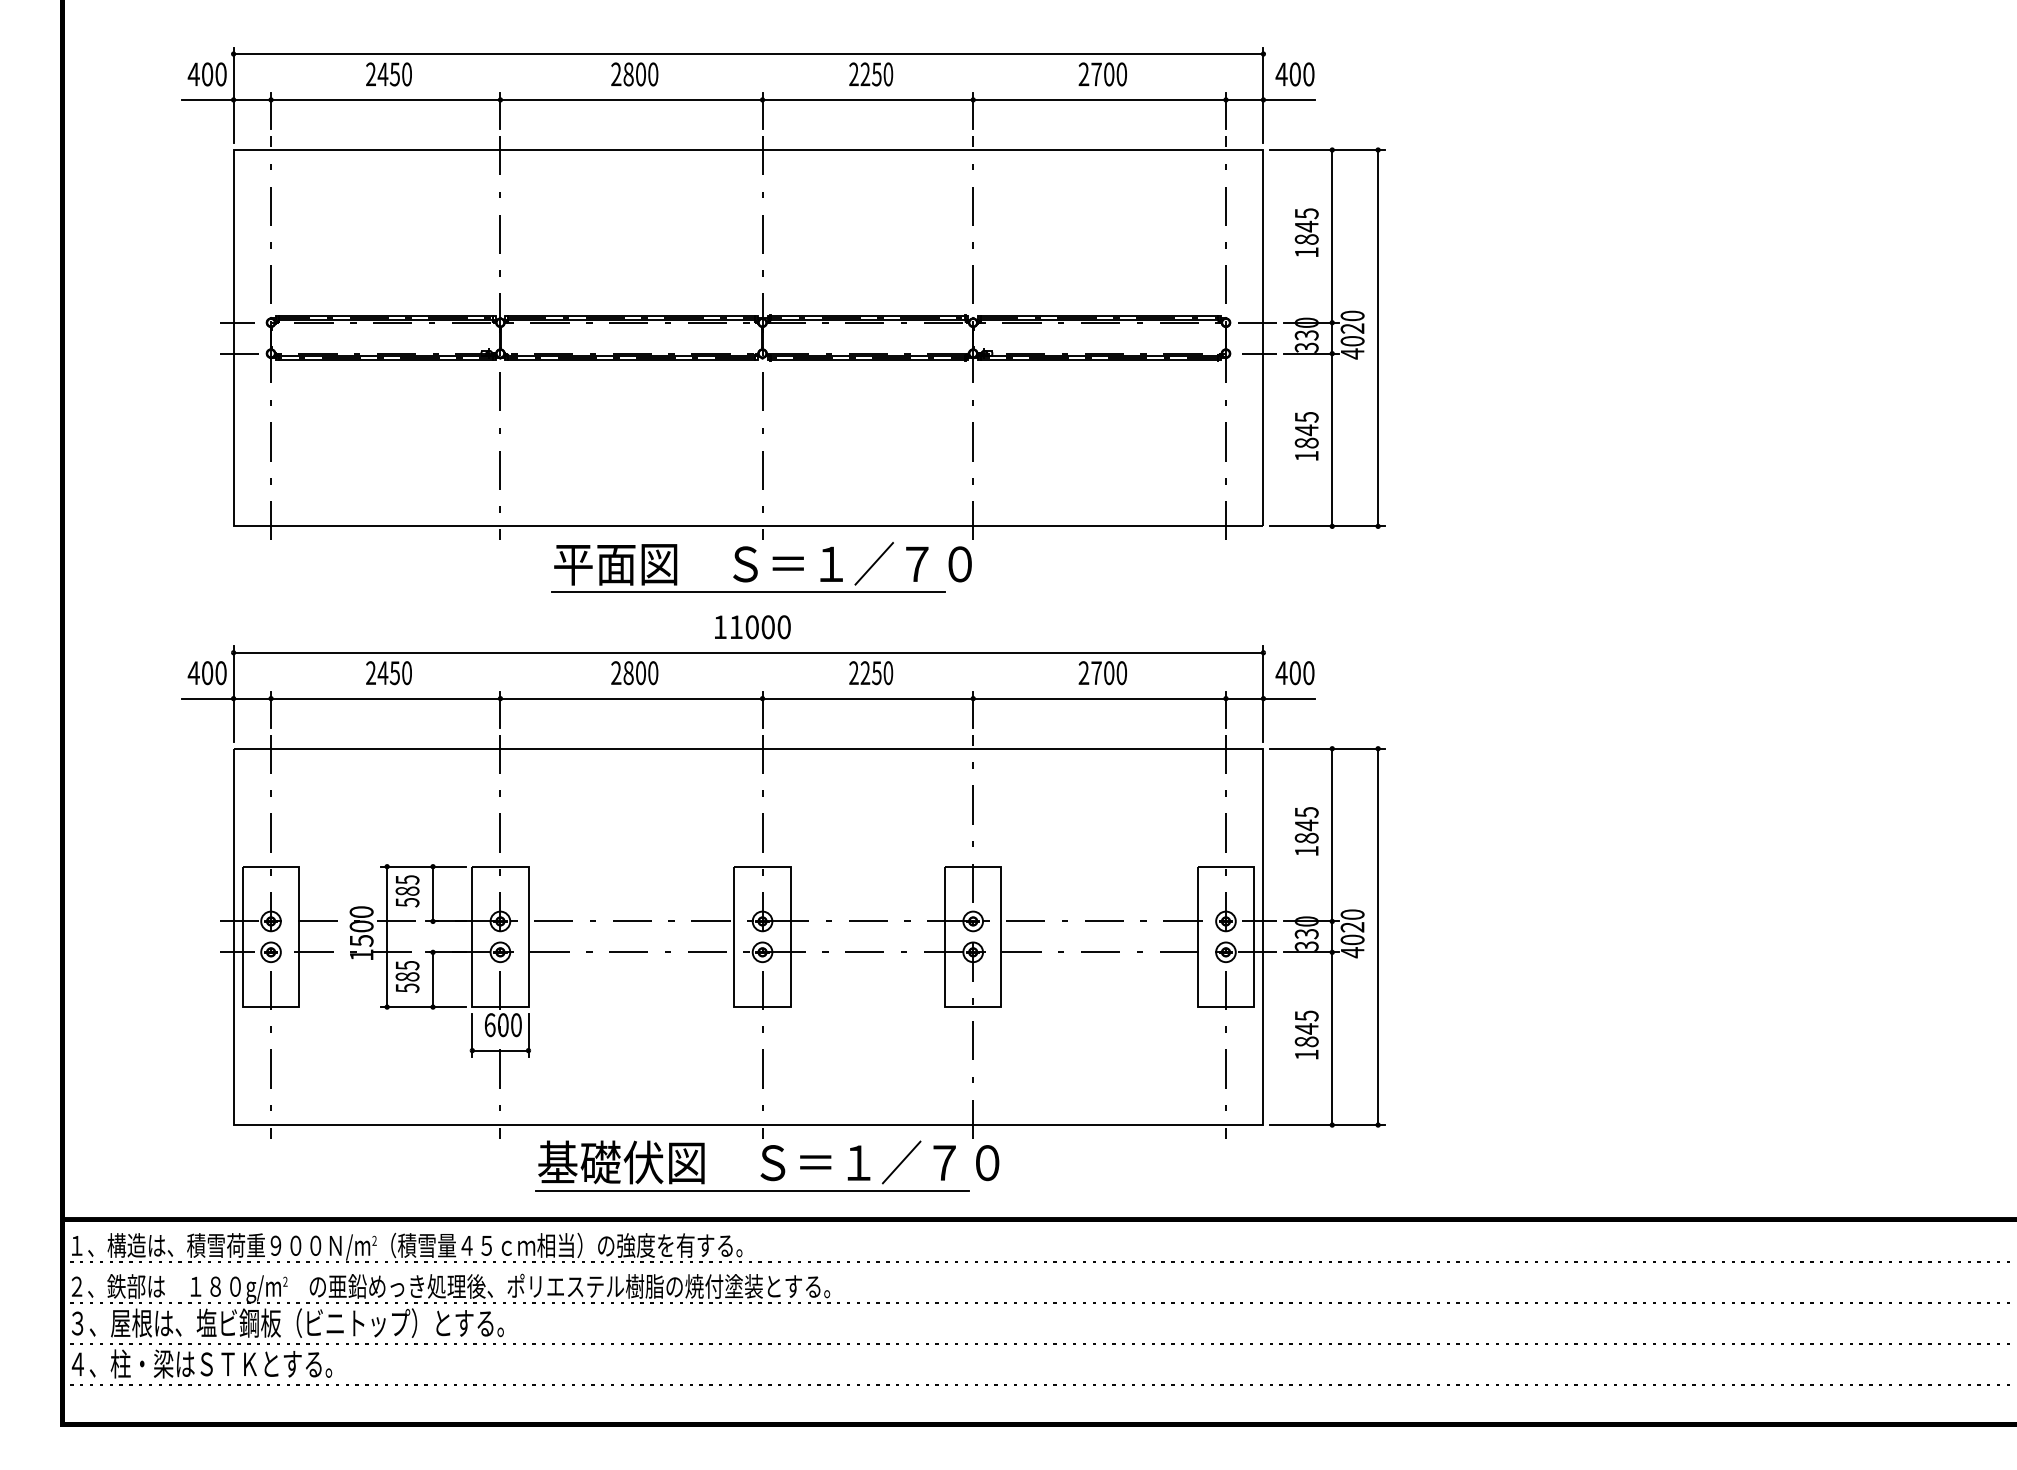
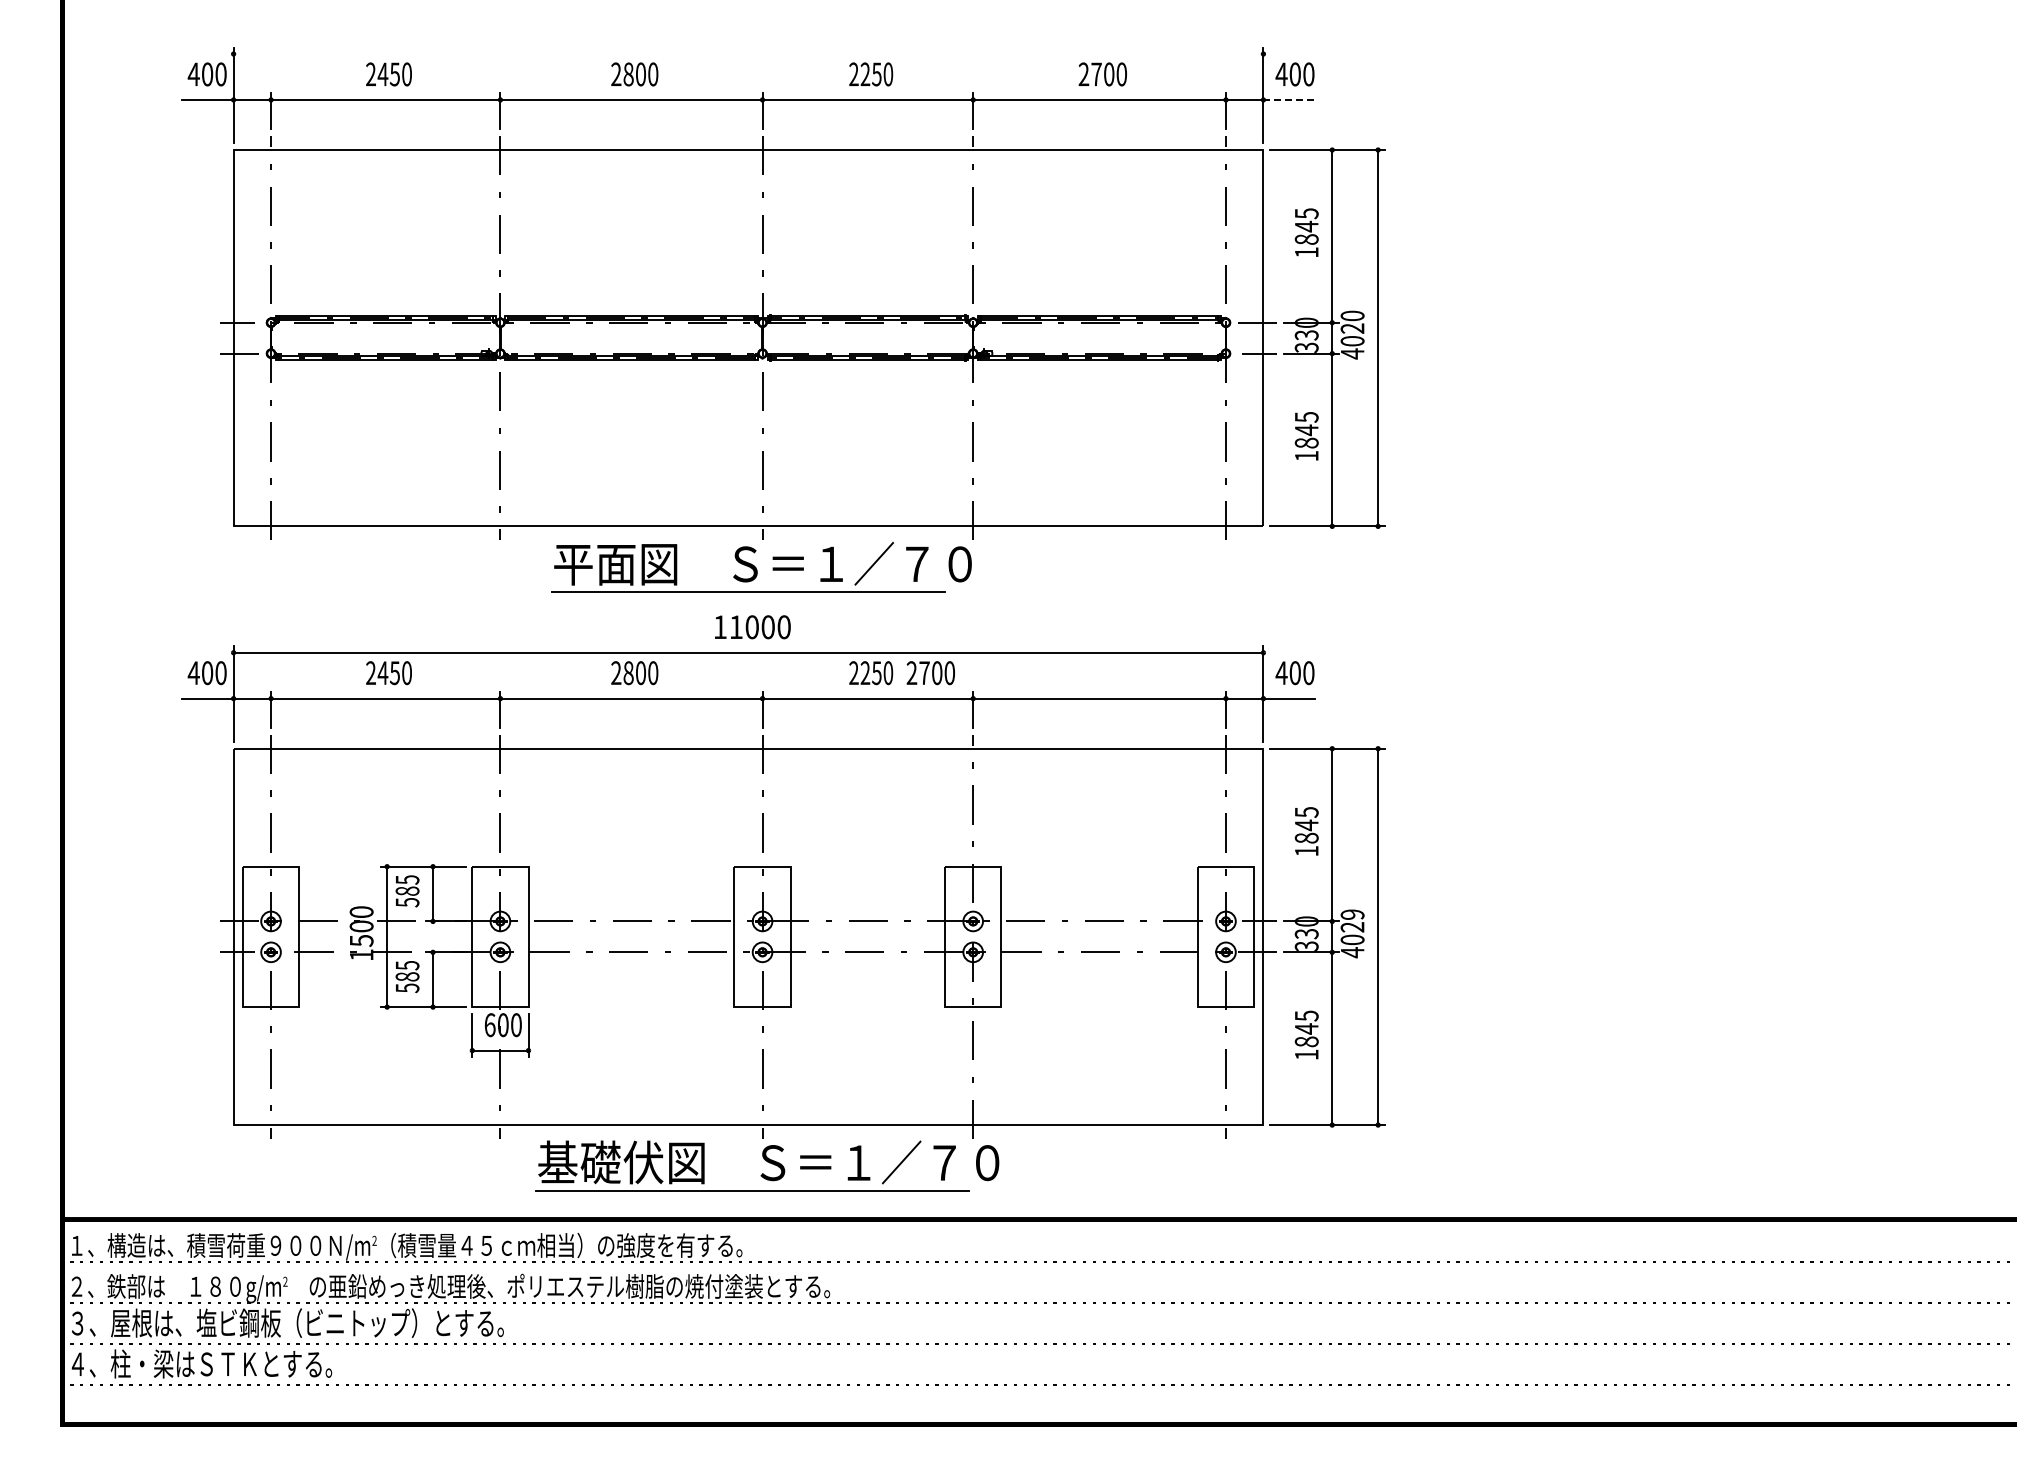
line at (748, 54): present -> none
line at (1289, 99): solid -> dashed
text at (1102, 673) position: (1102, 673) -> (930, 673)
text at (1352, 914): 4020 -> 4029
